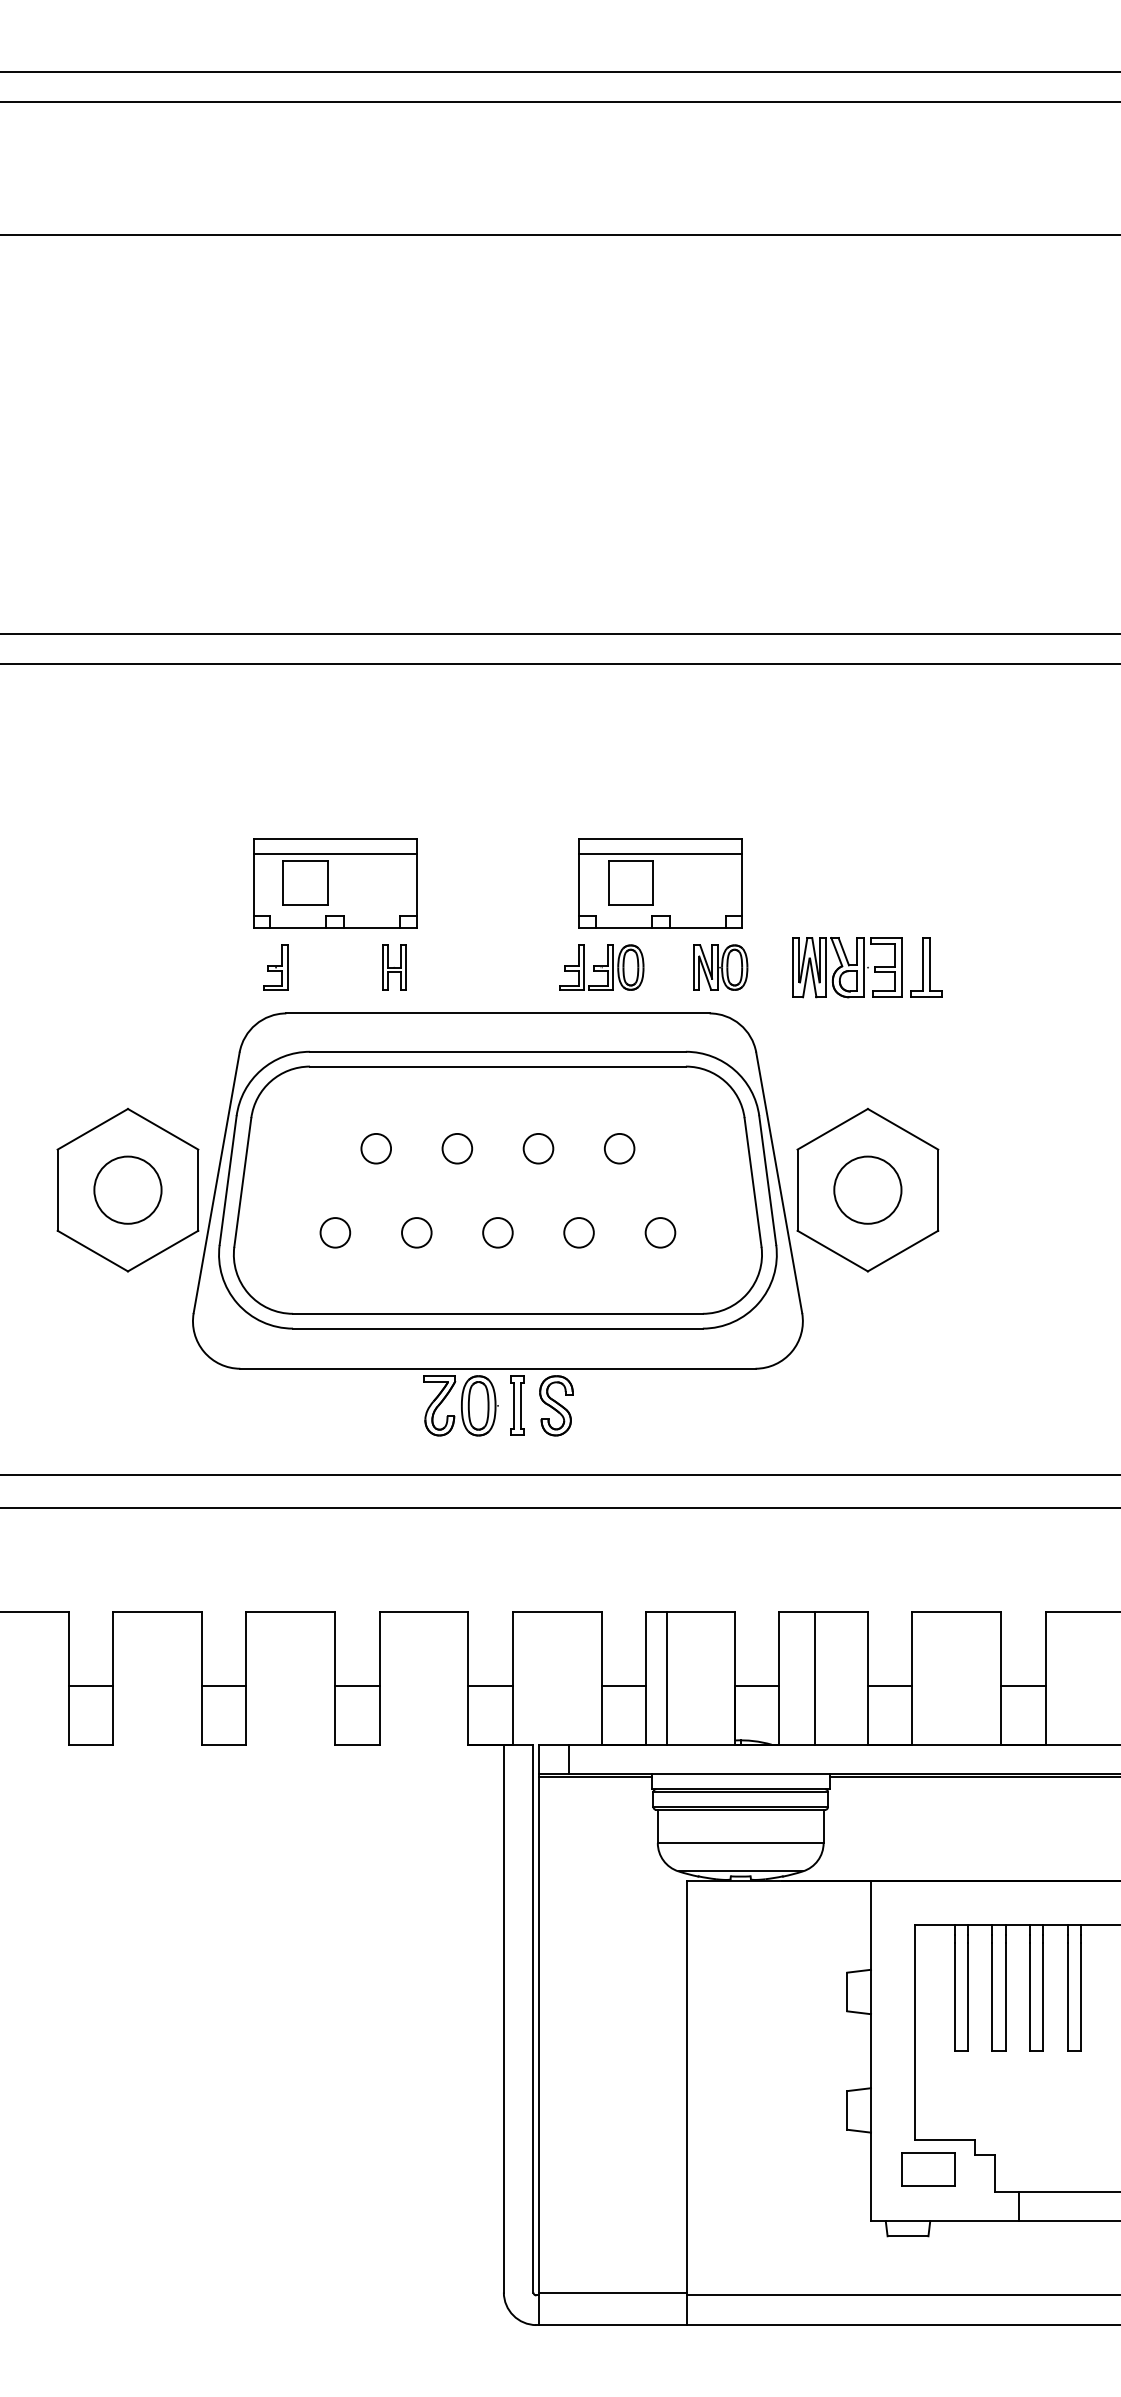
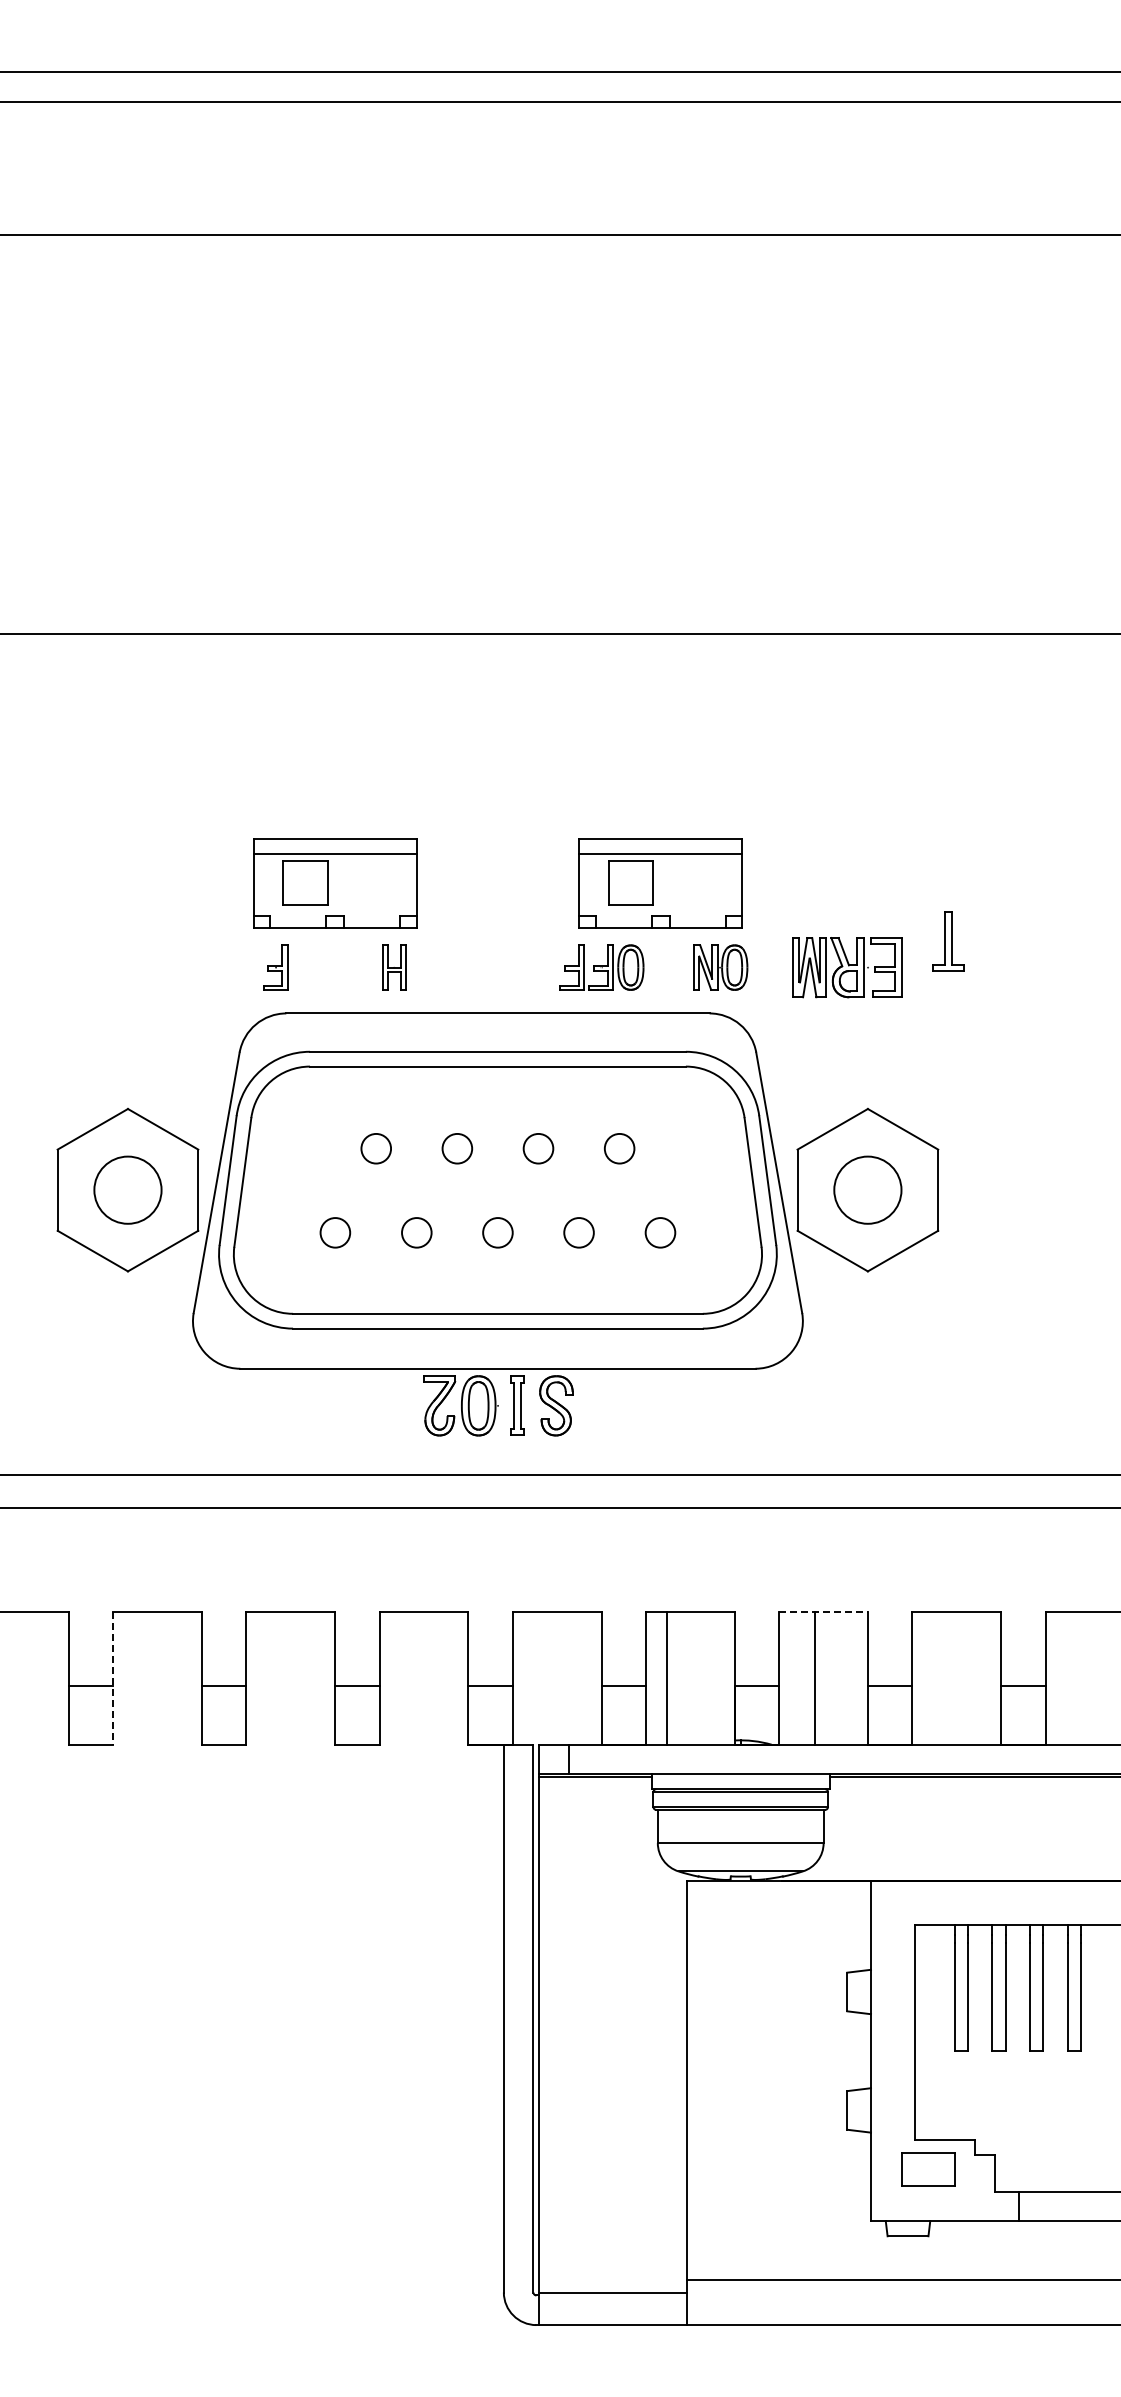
line at (559, 664): present -> none
part at (926, 967) position: (926, 967) -> (948, 941)
line at (824, 1611): solid -> dashed
line at (113, 1678): solid -> dashed
line at (902, 2295) position: (902, 2295) -> (902, 2280)
